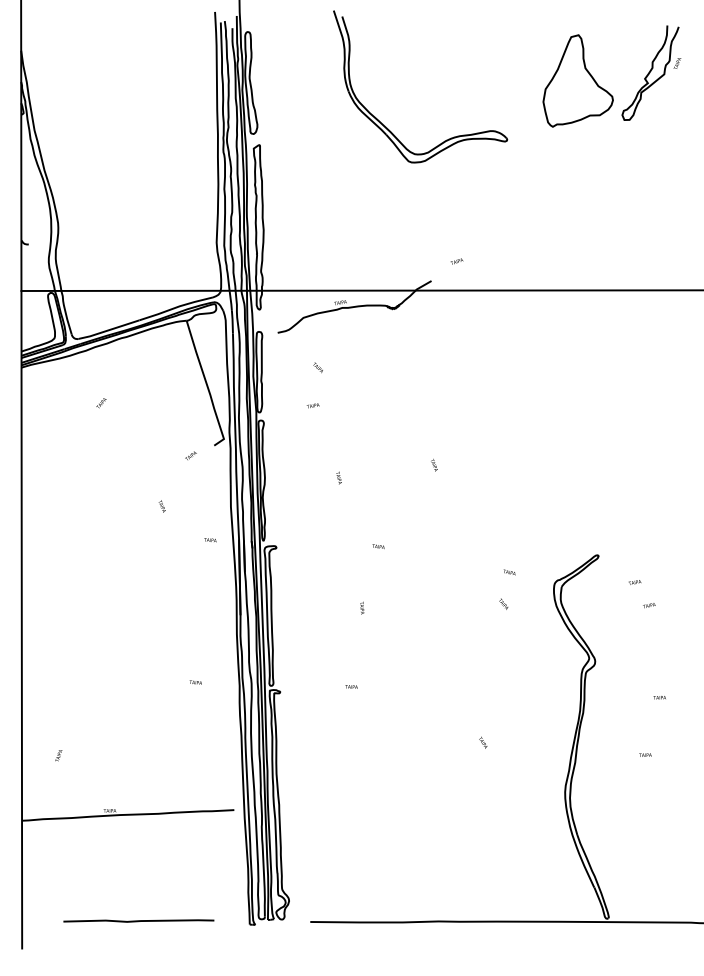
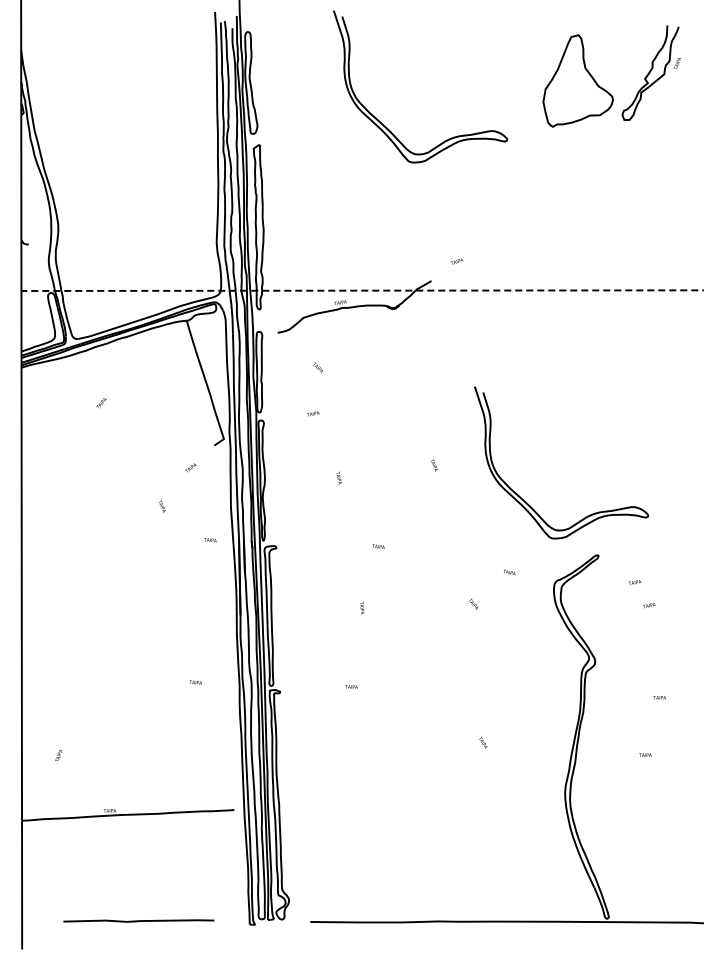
line at (362, 290): solid -> dashed
text at (312, 405) position: (312, 405) -> (312, 413)
text at (190, 455) position: (190, 455) -> (190, 467)
part at (527, 502): none -> present
text at (503, 603) position: (503, 603) -> (473, 603)
